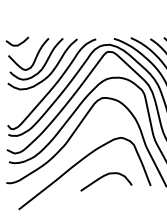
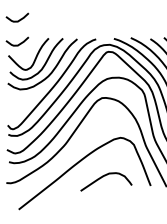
curve at (19, 19): none -> present
